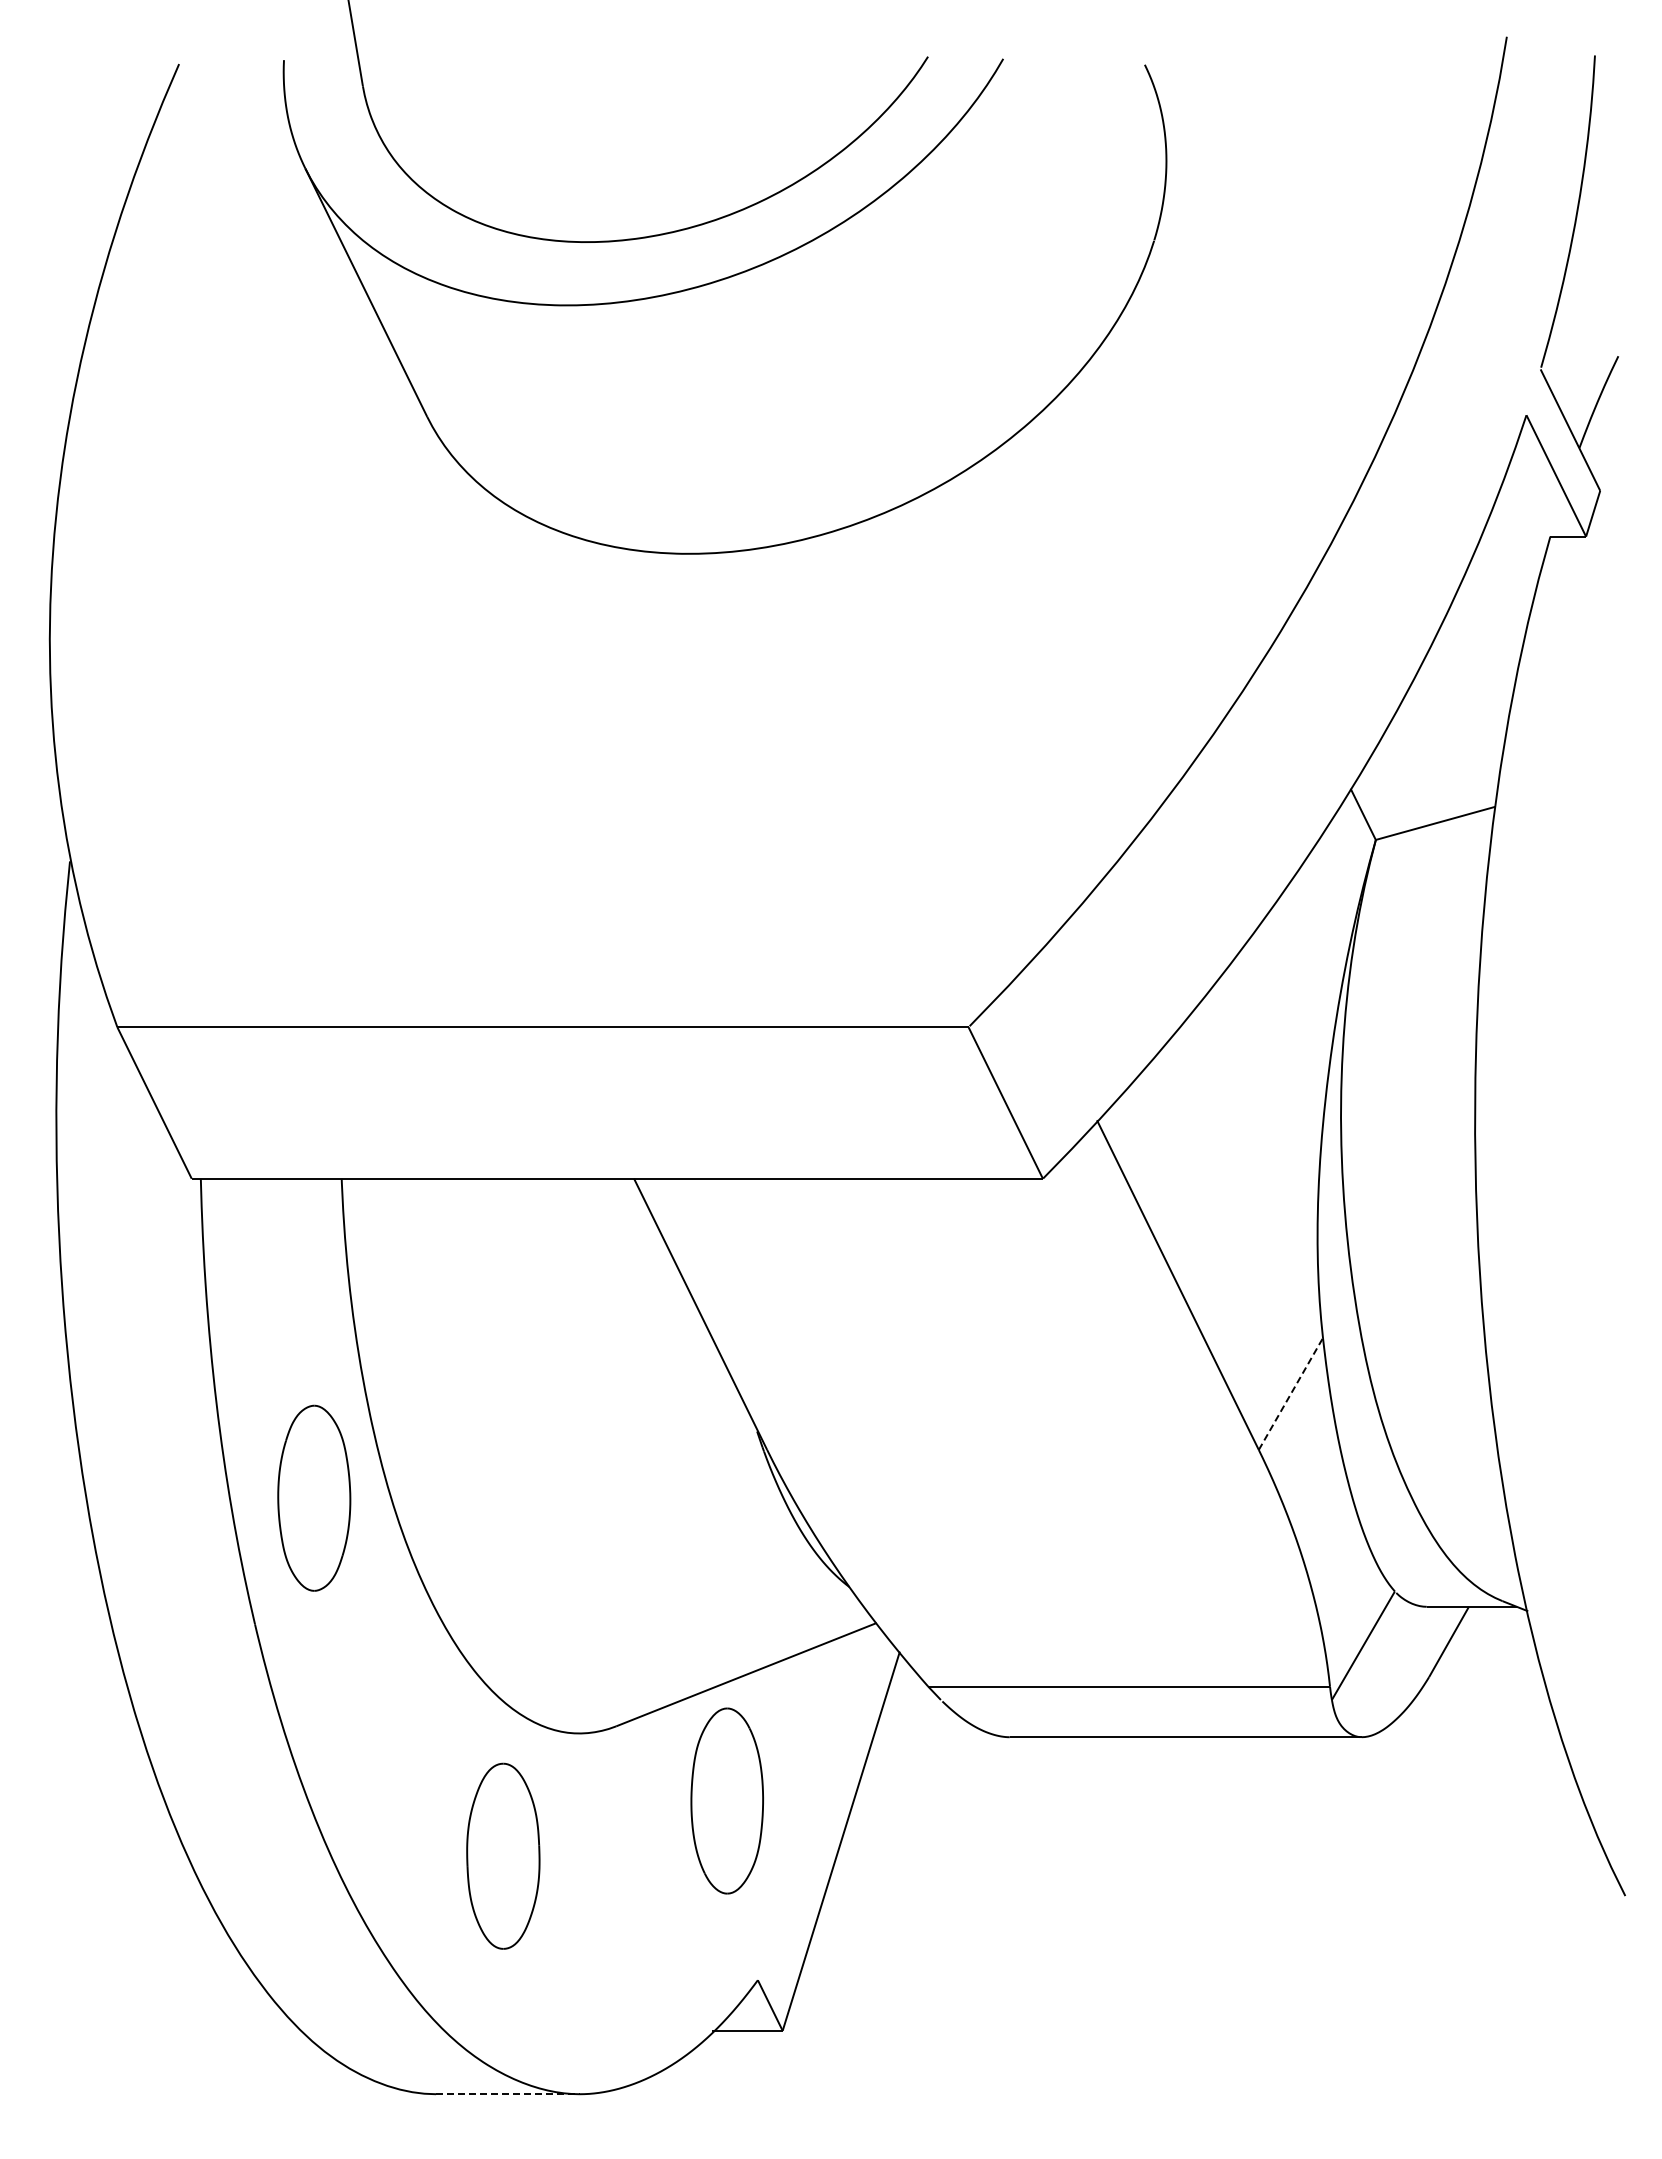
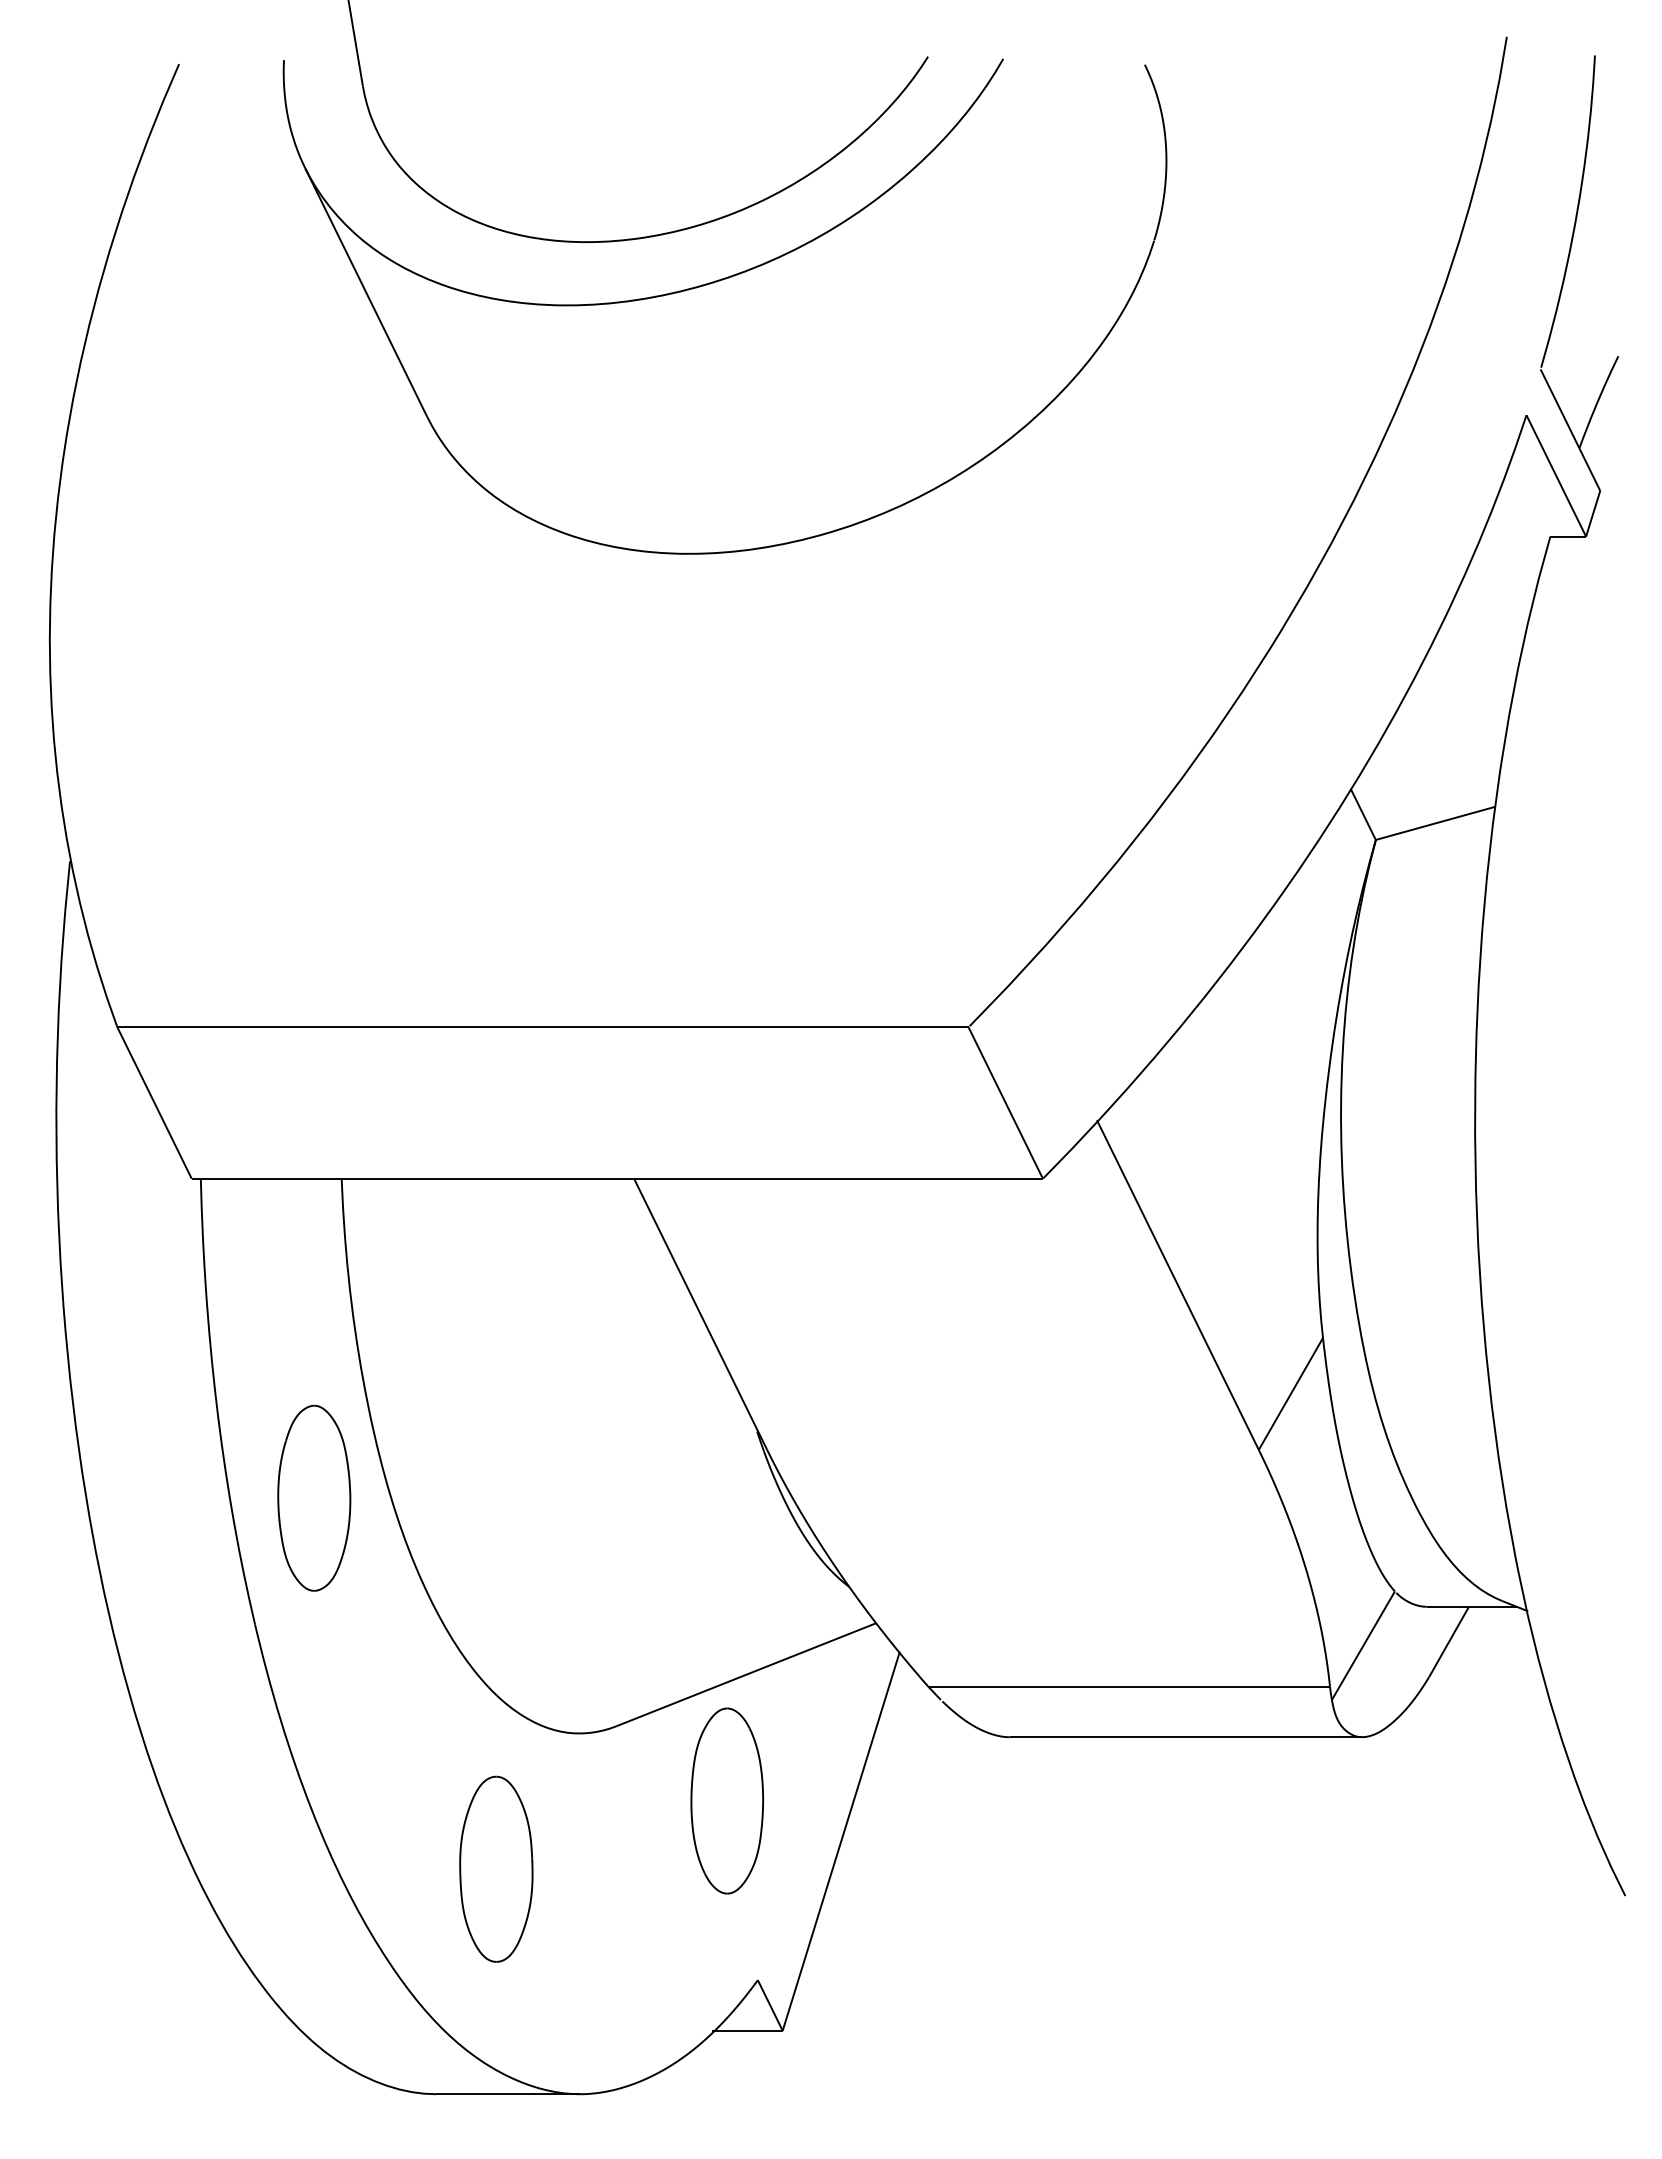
line at (1291, 1393): dashed -> solid
part at (503, 1855) position: (503, 1855) -> (496, 1868)
line at (507, 2094): dashed -> solid
